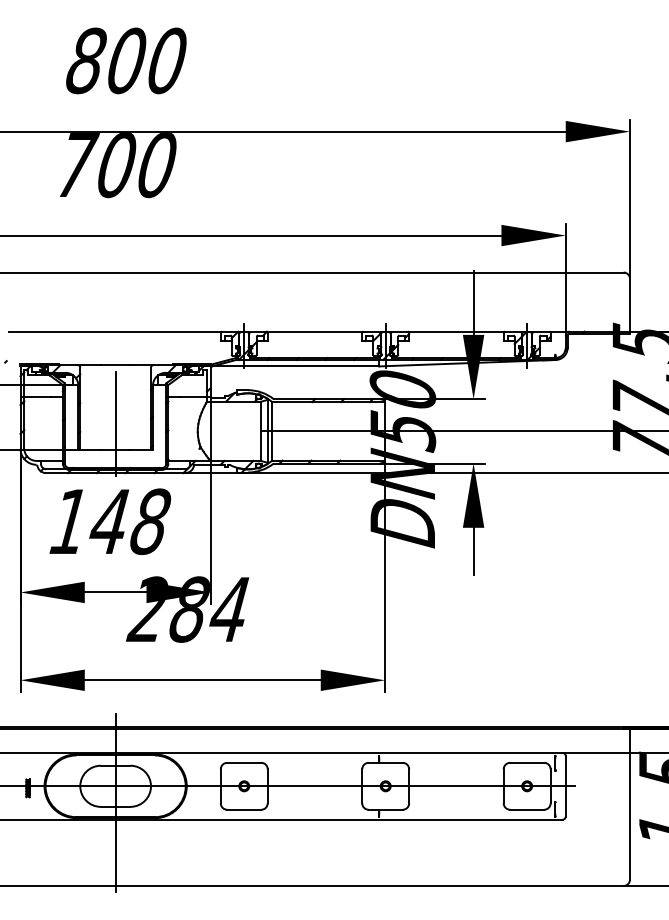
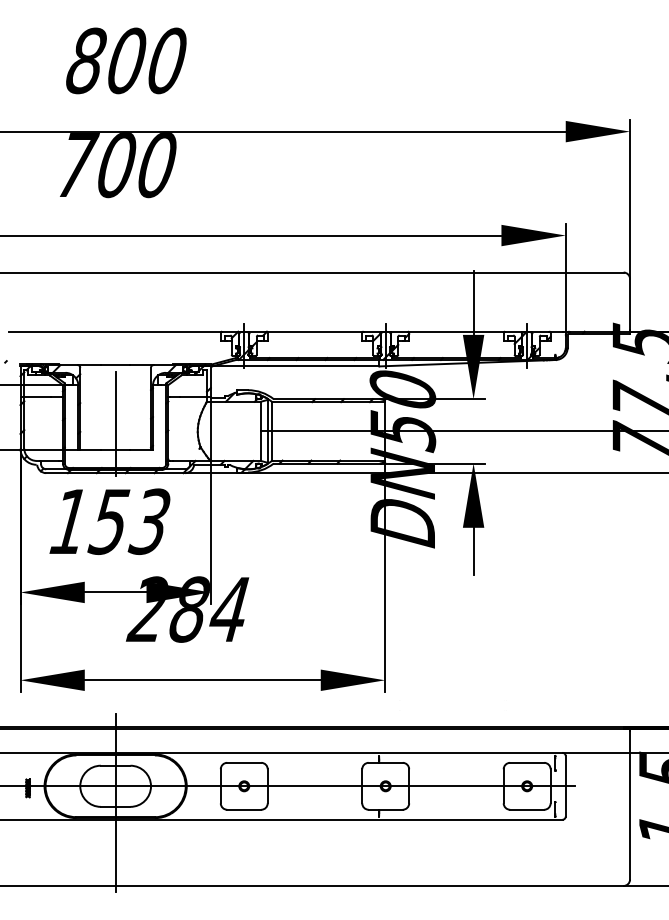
text at (129, 521): 148 -> 153
